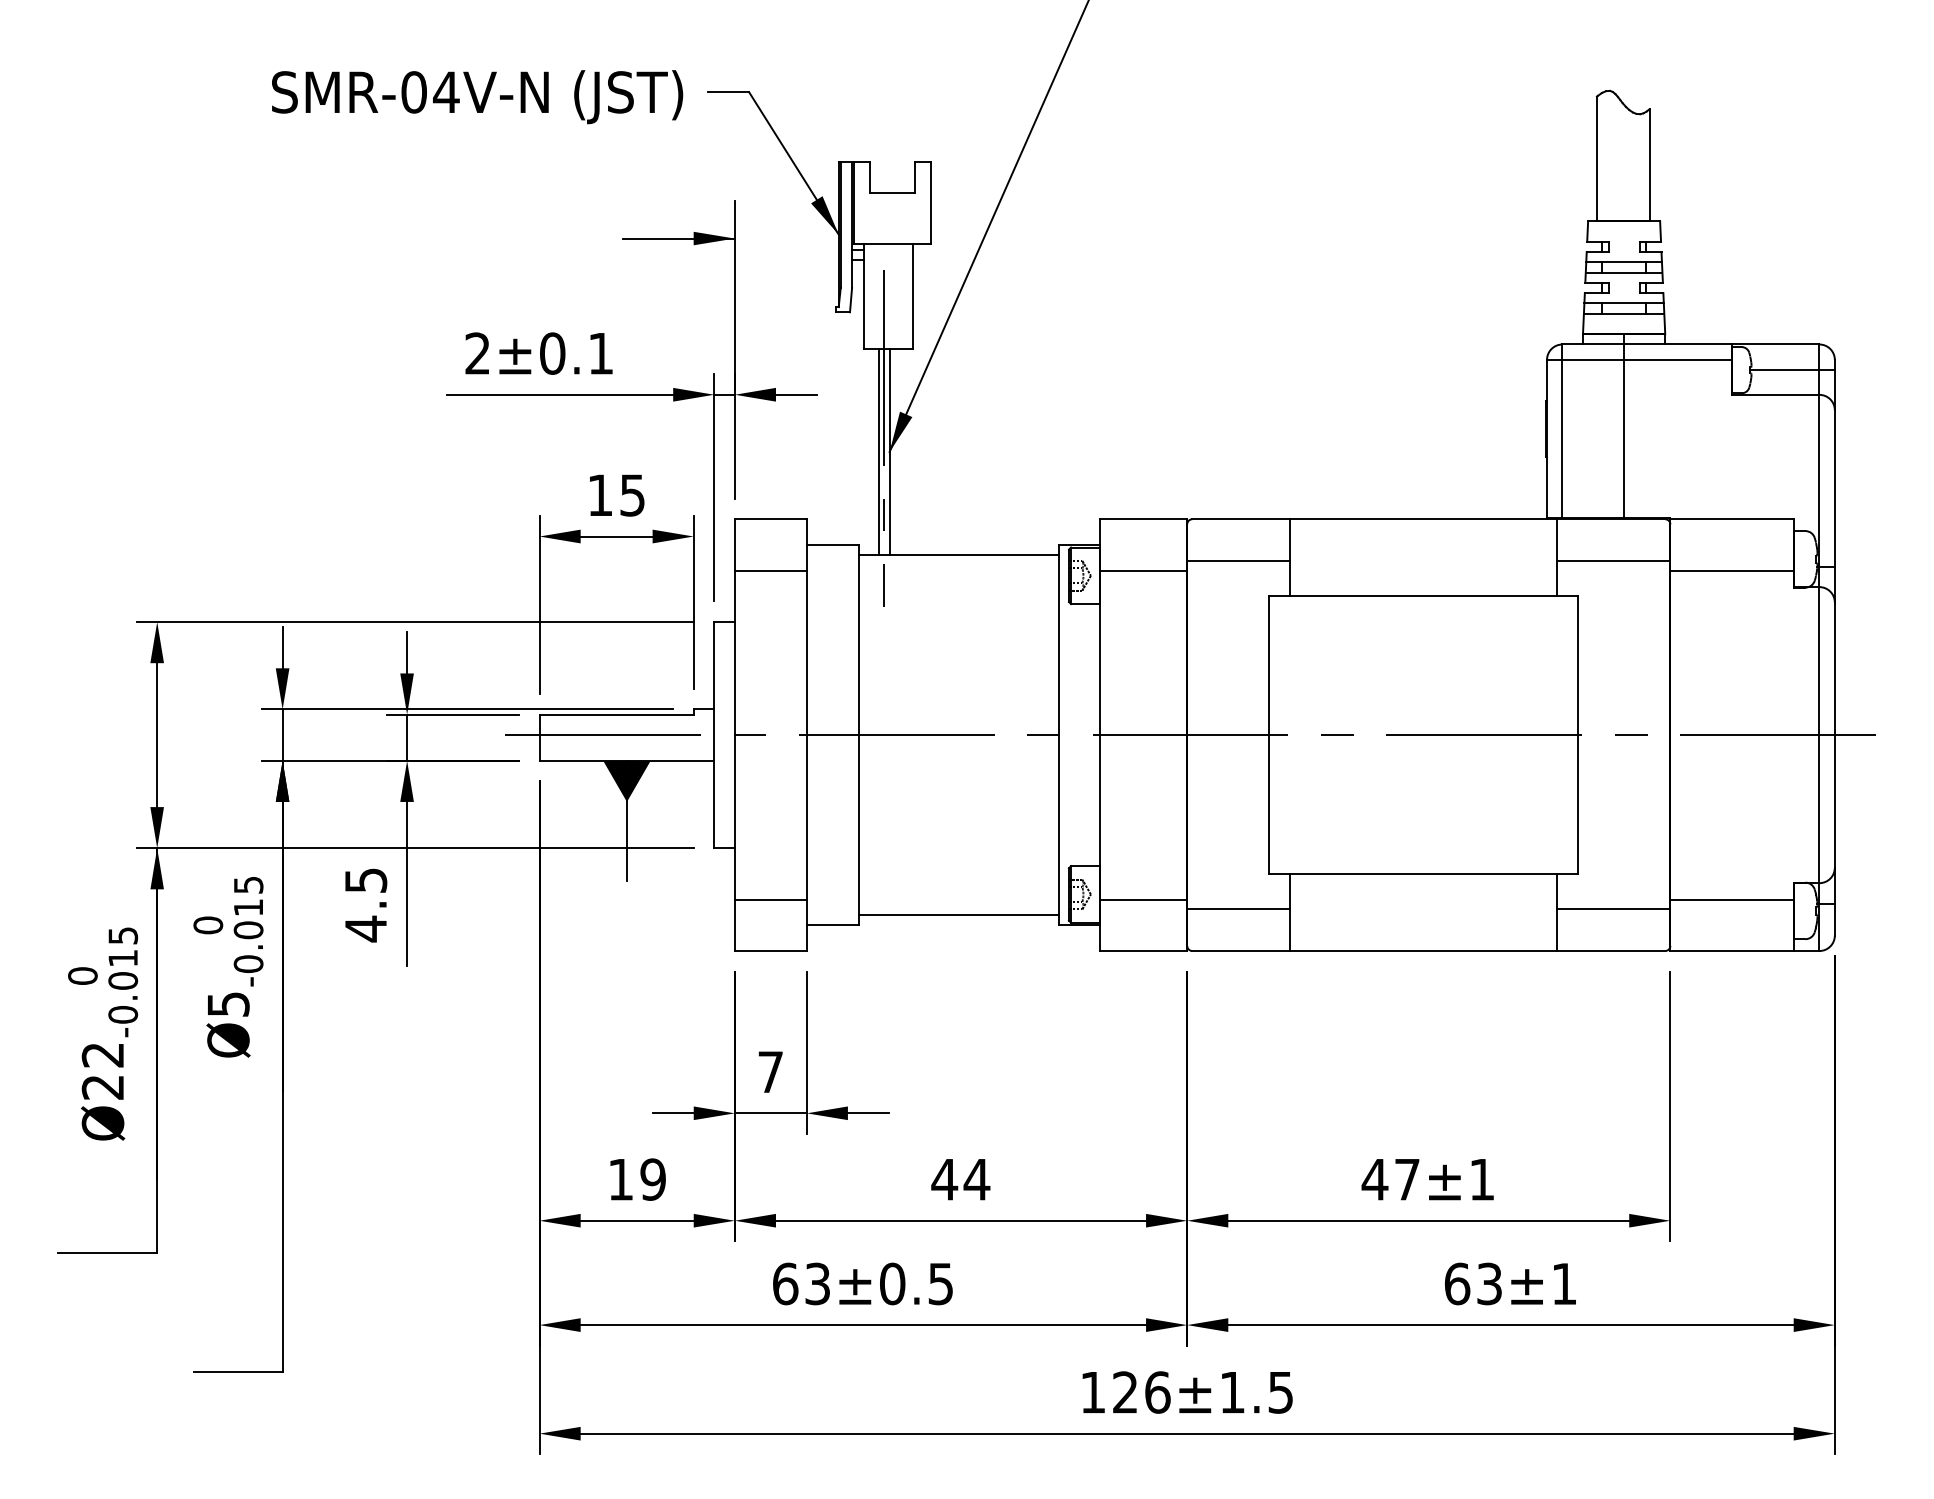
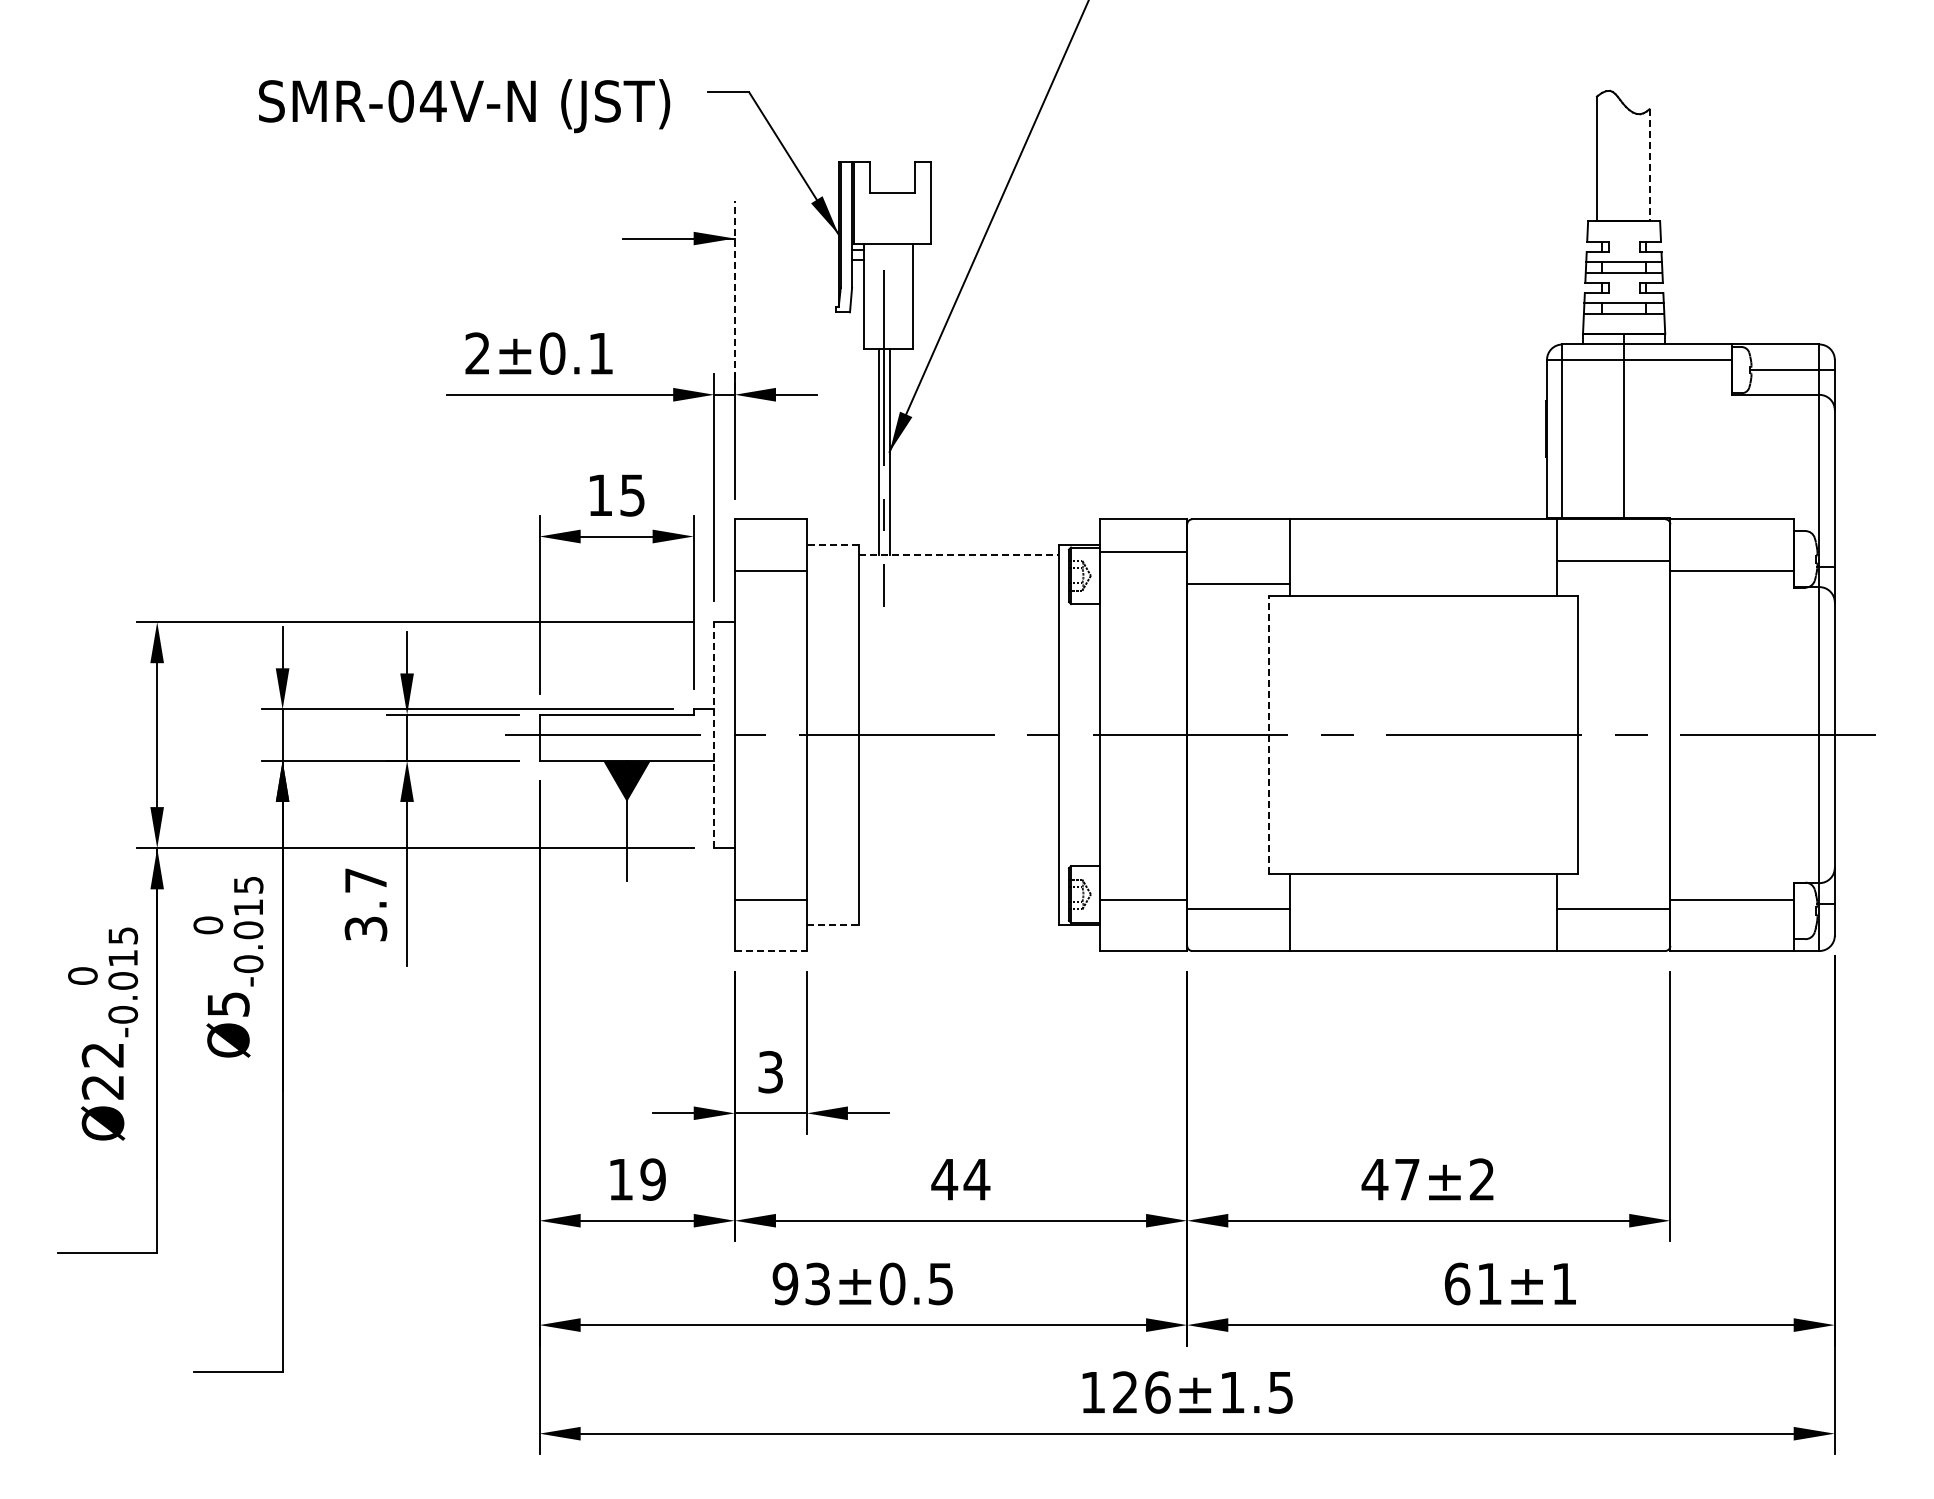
text at (477, 97) position: (477, 97) -> (464, 106)
line at (1649, 165): solid -> dashed
line at (734, 294): solid -> dashed
line at (832, 544): solid -> dashed
line at (958, 554): solid -> dashed
line at (1238, 560) position: (1238, 560) -> (1238, 583)
line at (1143, 570) position: (1143, 570) -> (1143, 551)
line at (714, 734): solid -> dashed
line at (1269, 735): solid -> dashed
text at (365, 905): 4.5 -> 3.7
line at (958, 915): present -> none
line at (832, 925): solid -> dashed
line at (770, 951): solid -> dashed
text at (770, 1072): 7 -> 3
text at (1481, 1179): 47±1 -> 47±2
text at (785, 1283): 63±0.5 -> 93±0.5
text at (1489, 1283): 63±1 -> 61±1
